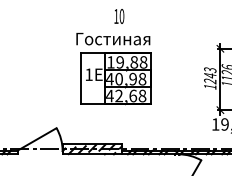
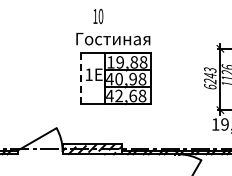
text at (119, 16) position: (119, 16) -> (98, 16)
line at (80, 78): solid -> dashed
text at (210, 86): 1243 -> 6243
